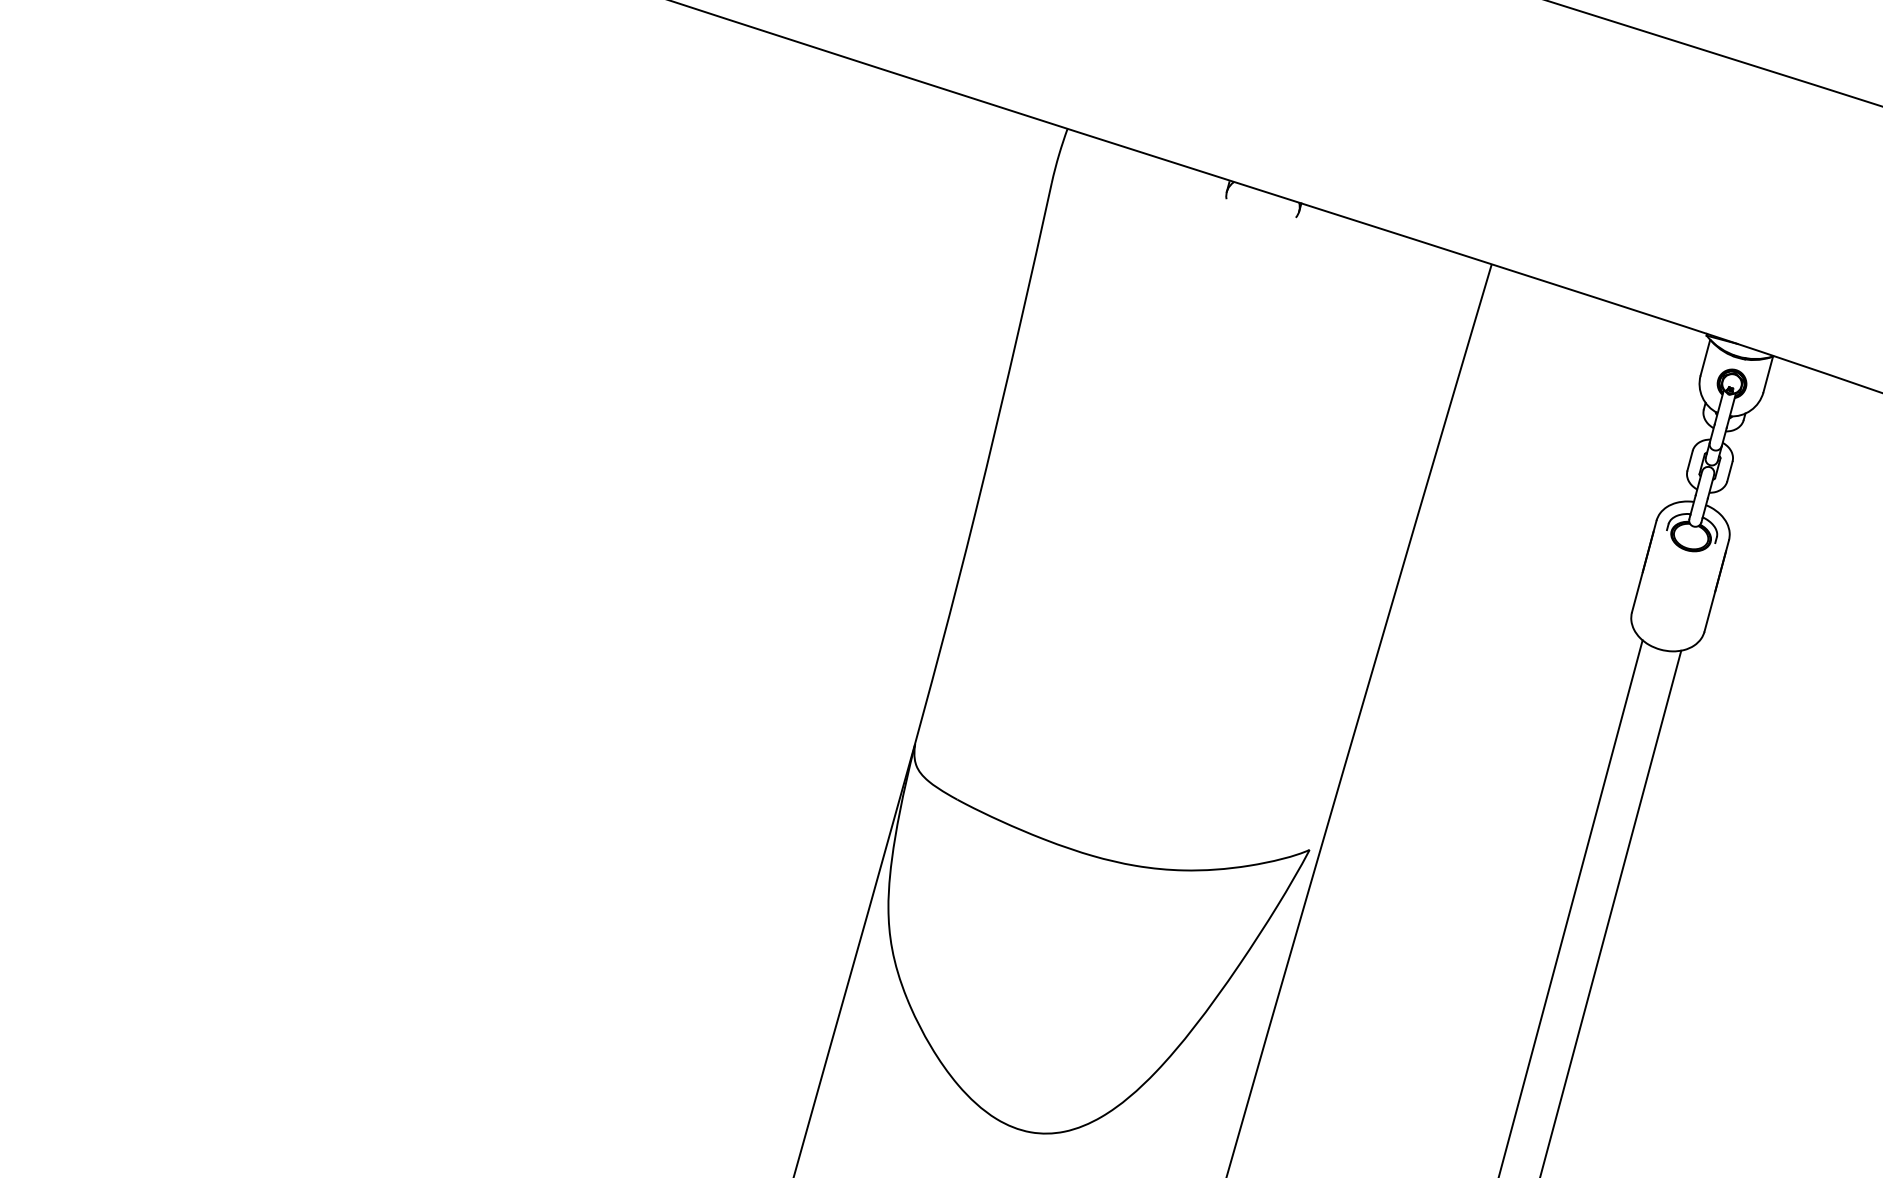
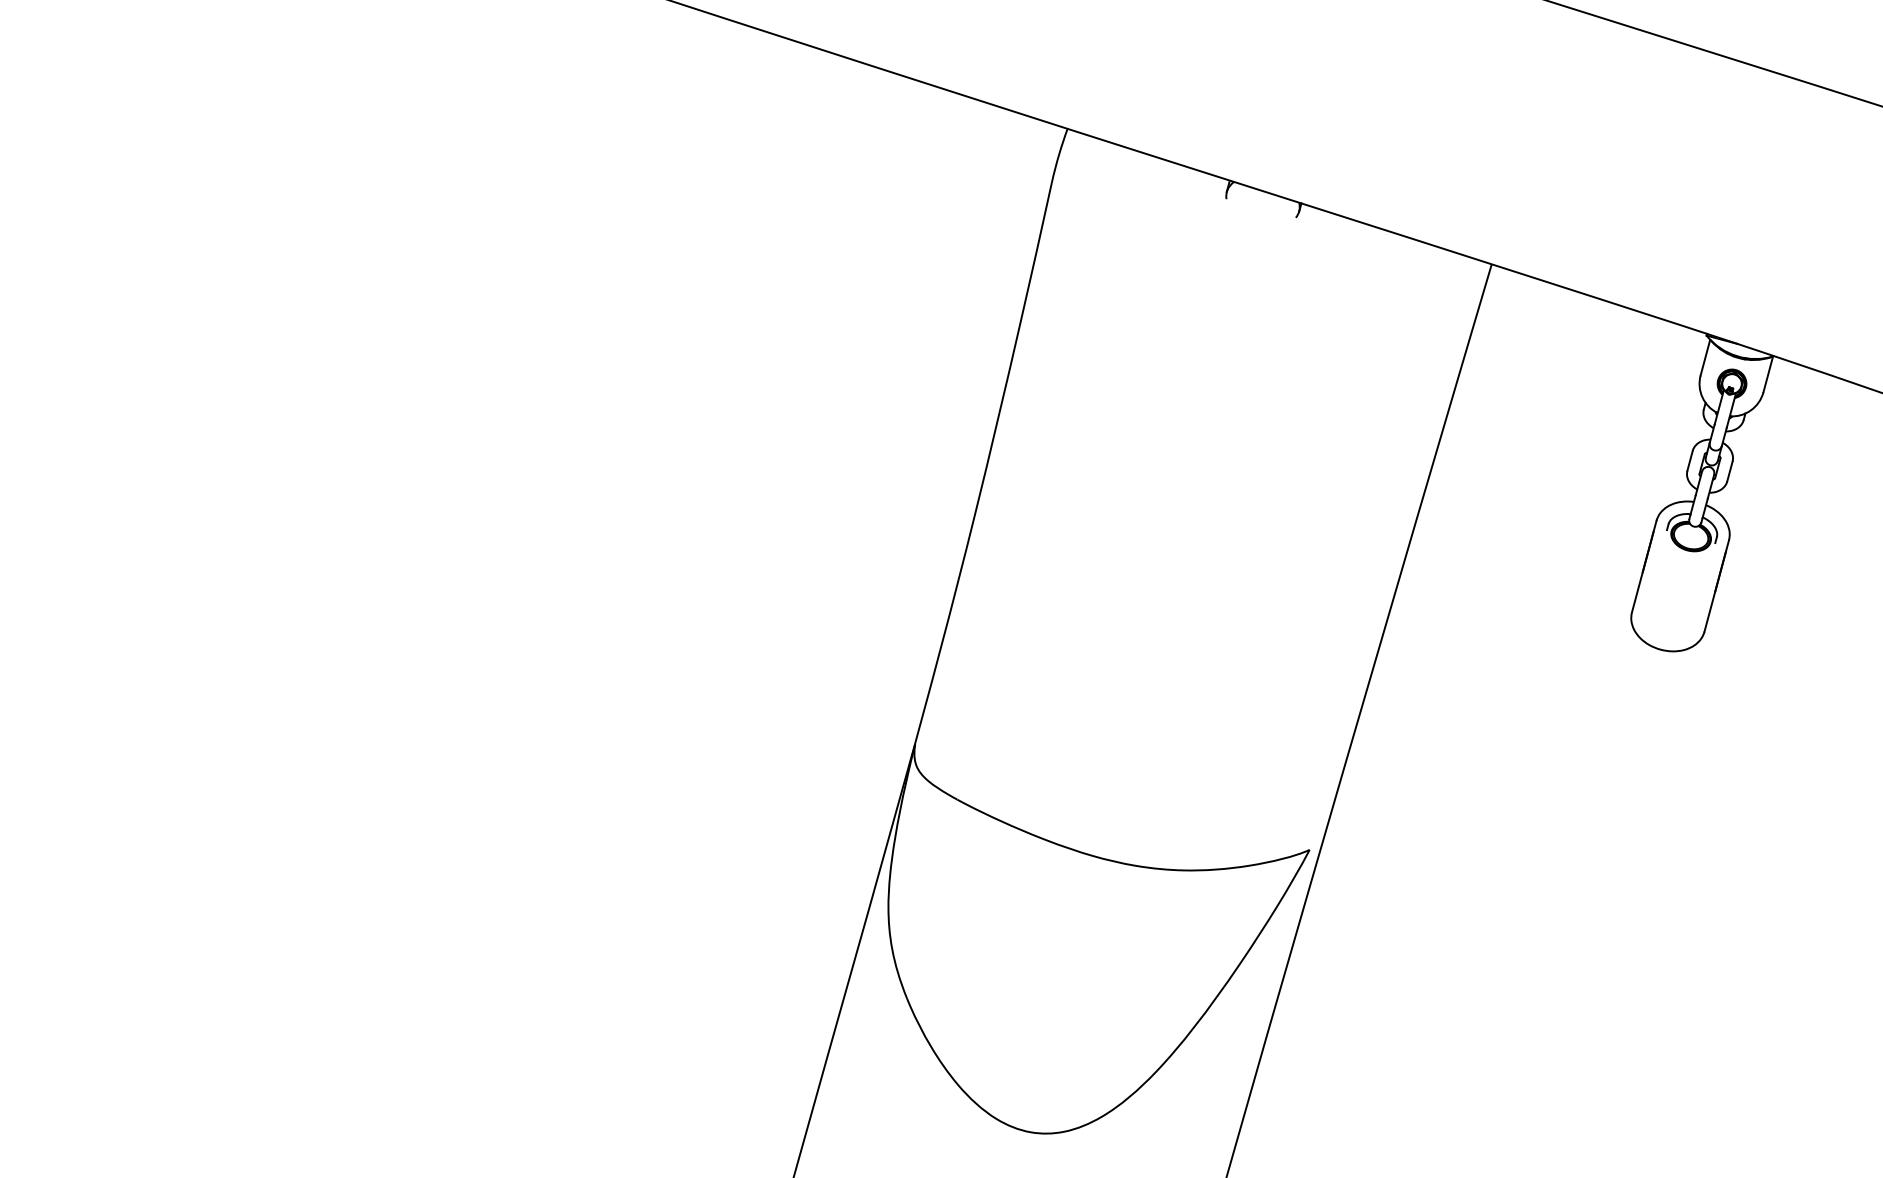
line at (1570, 907): present -> none
line at (1610, 912): present -> none
